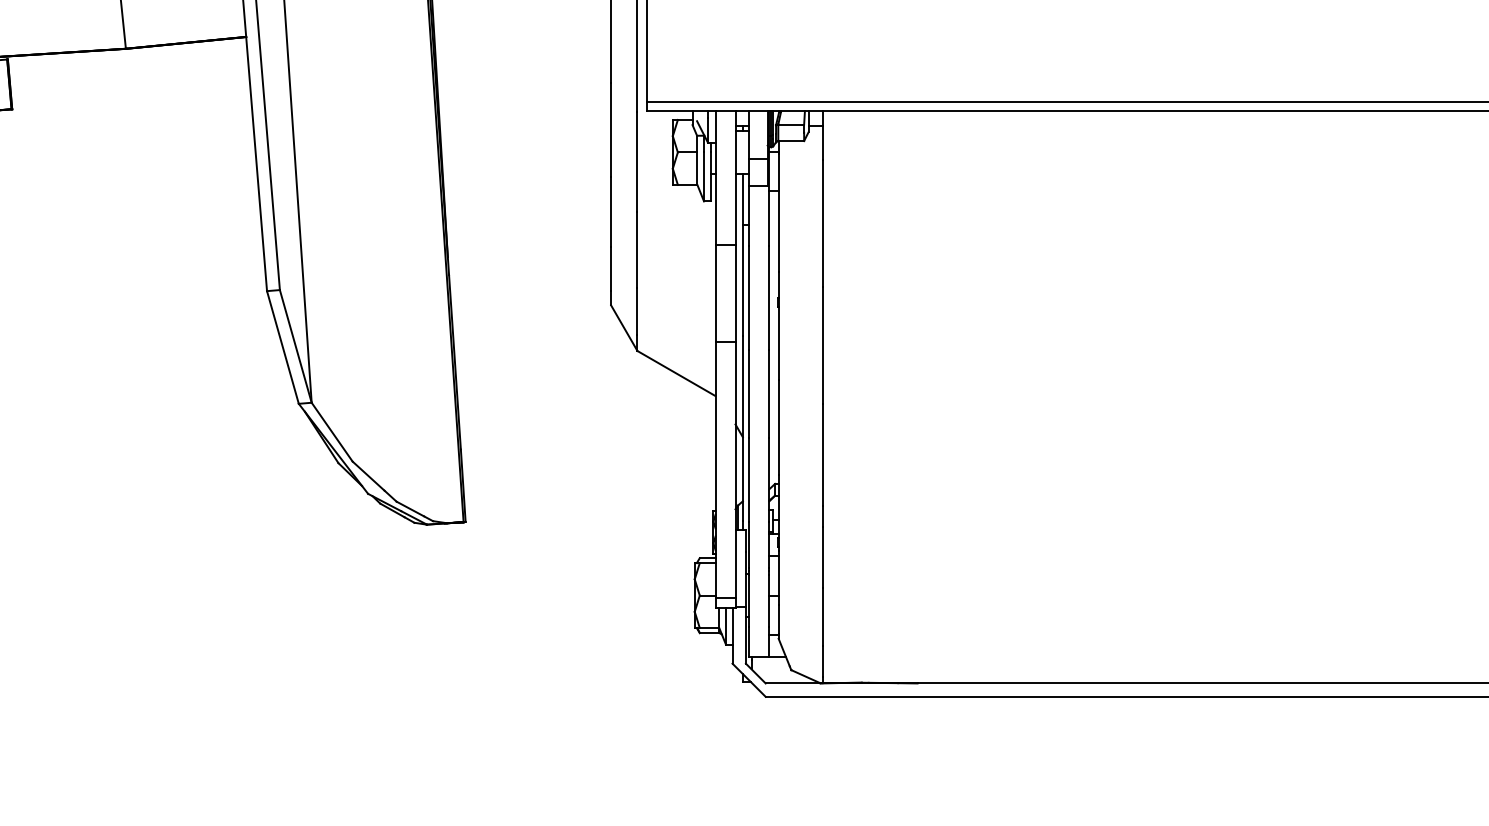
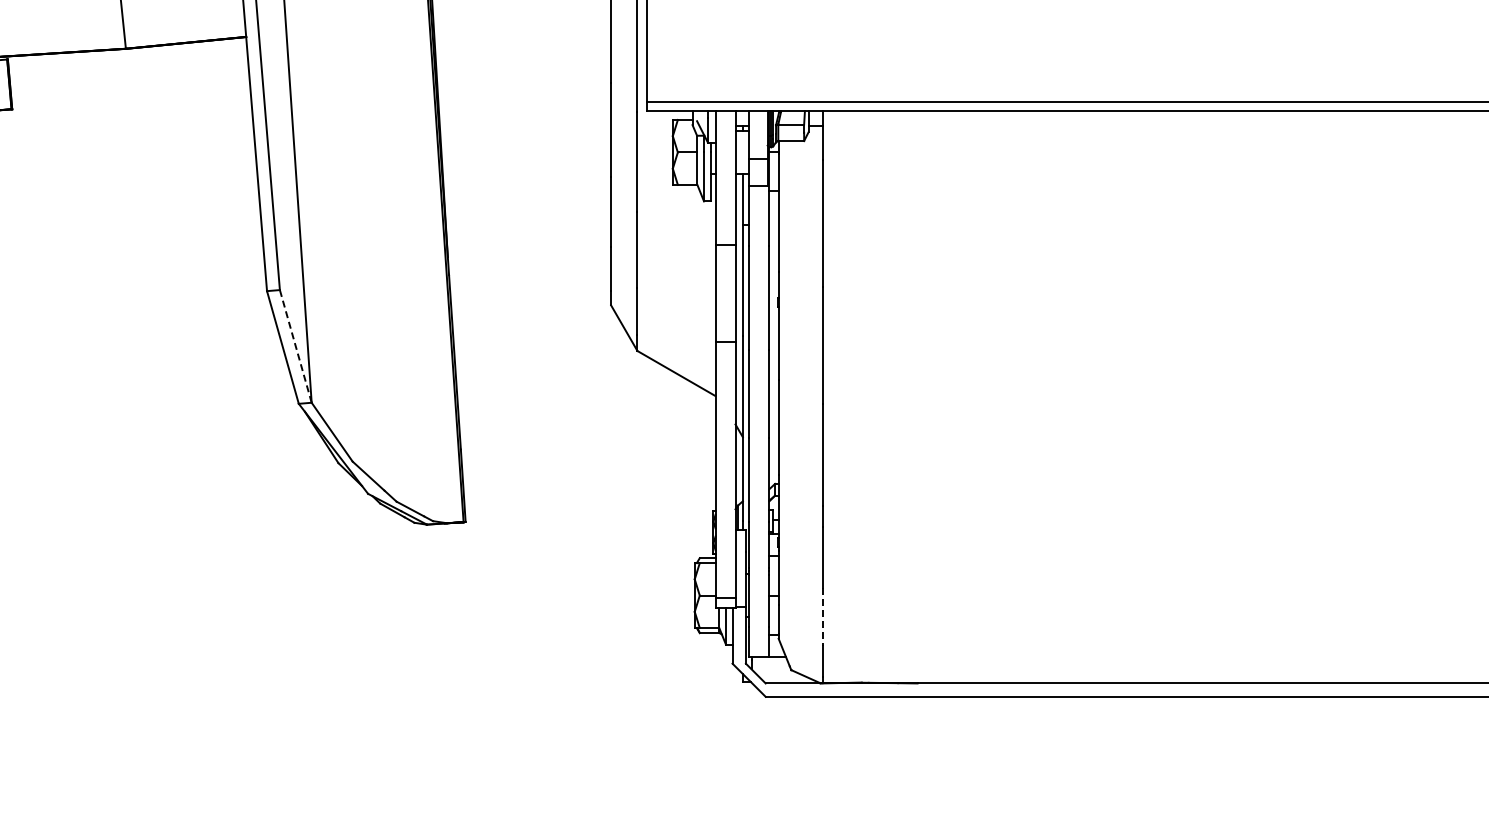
line at (295, 346): solid -> dashed
line at (822, 617): solid -> dashed
